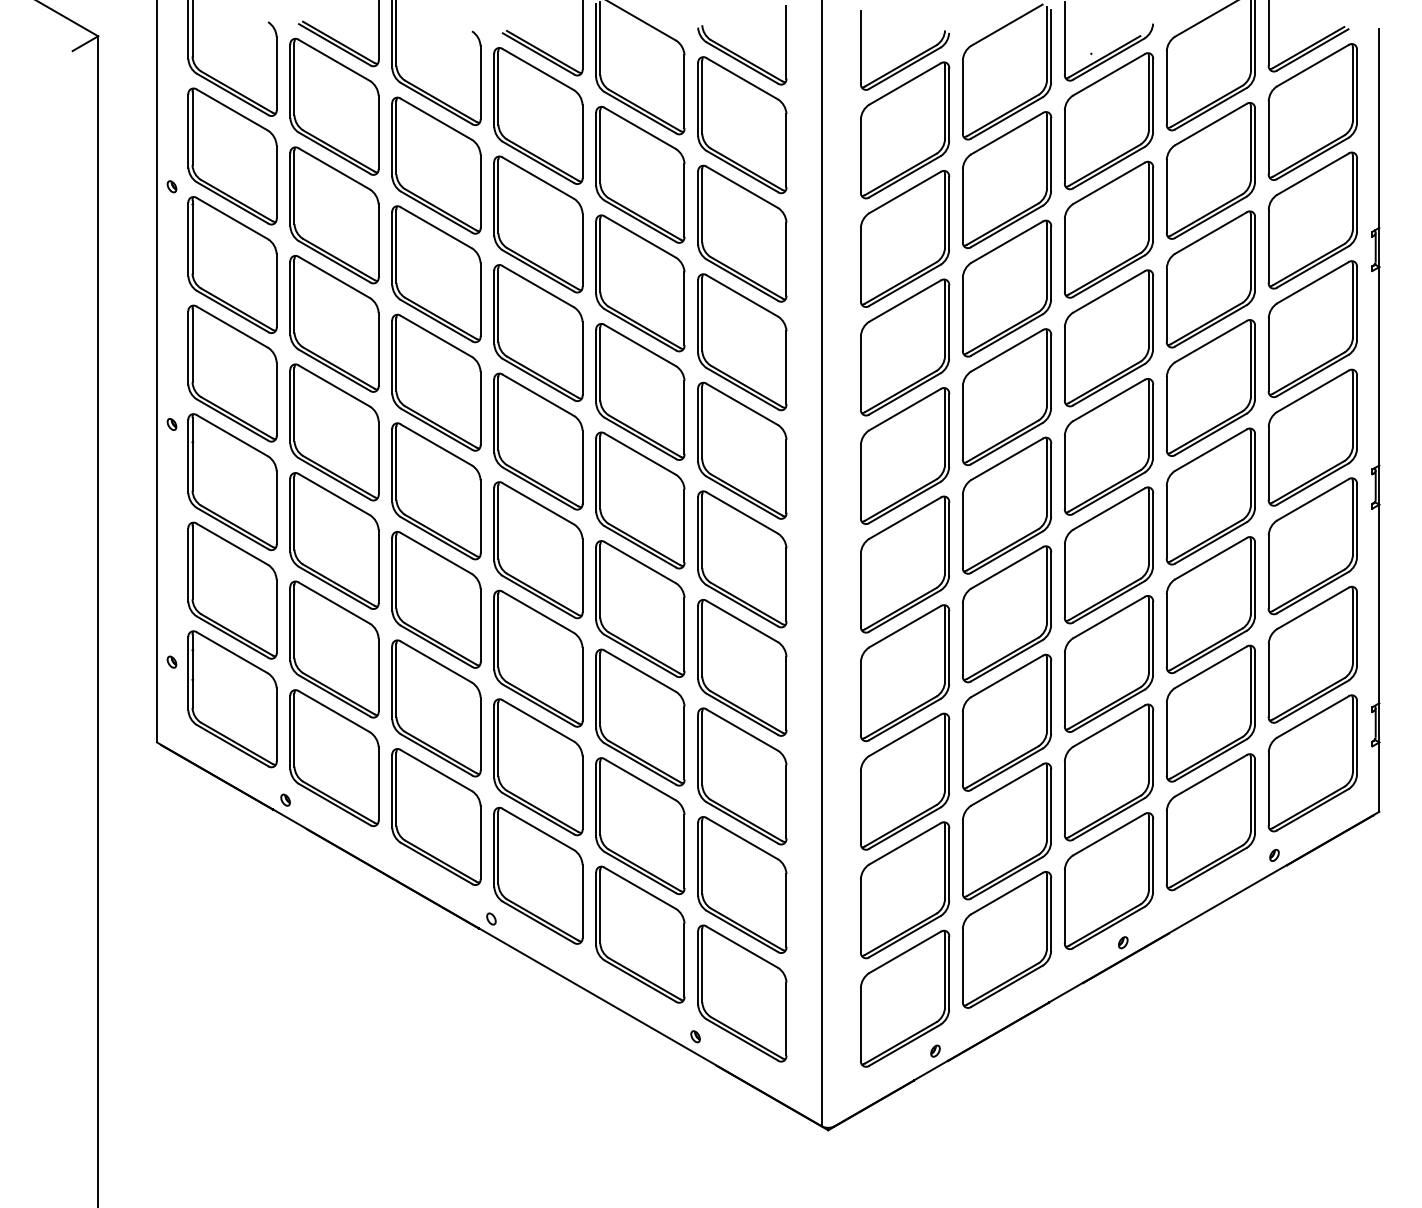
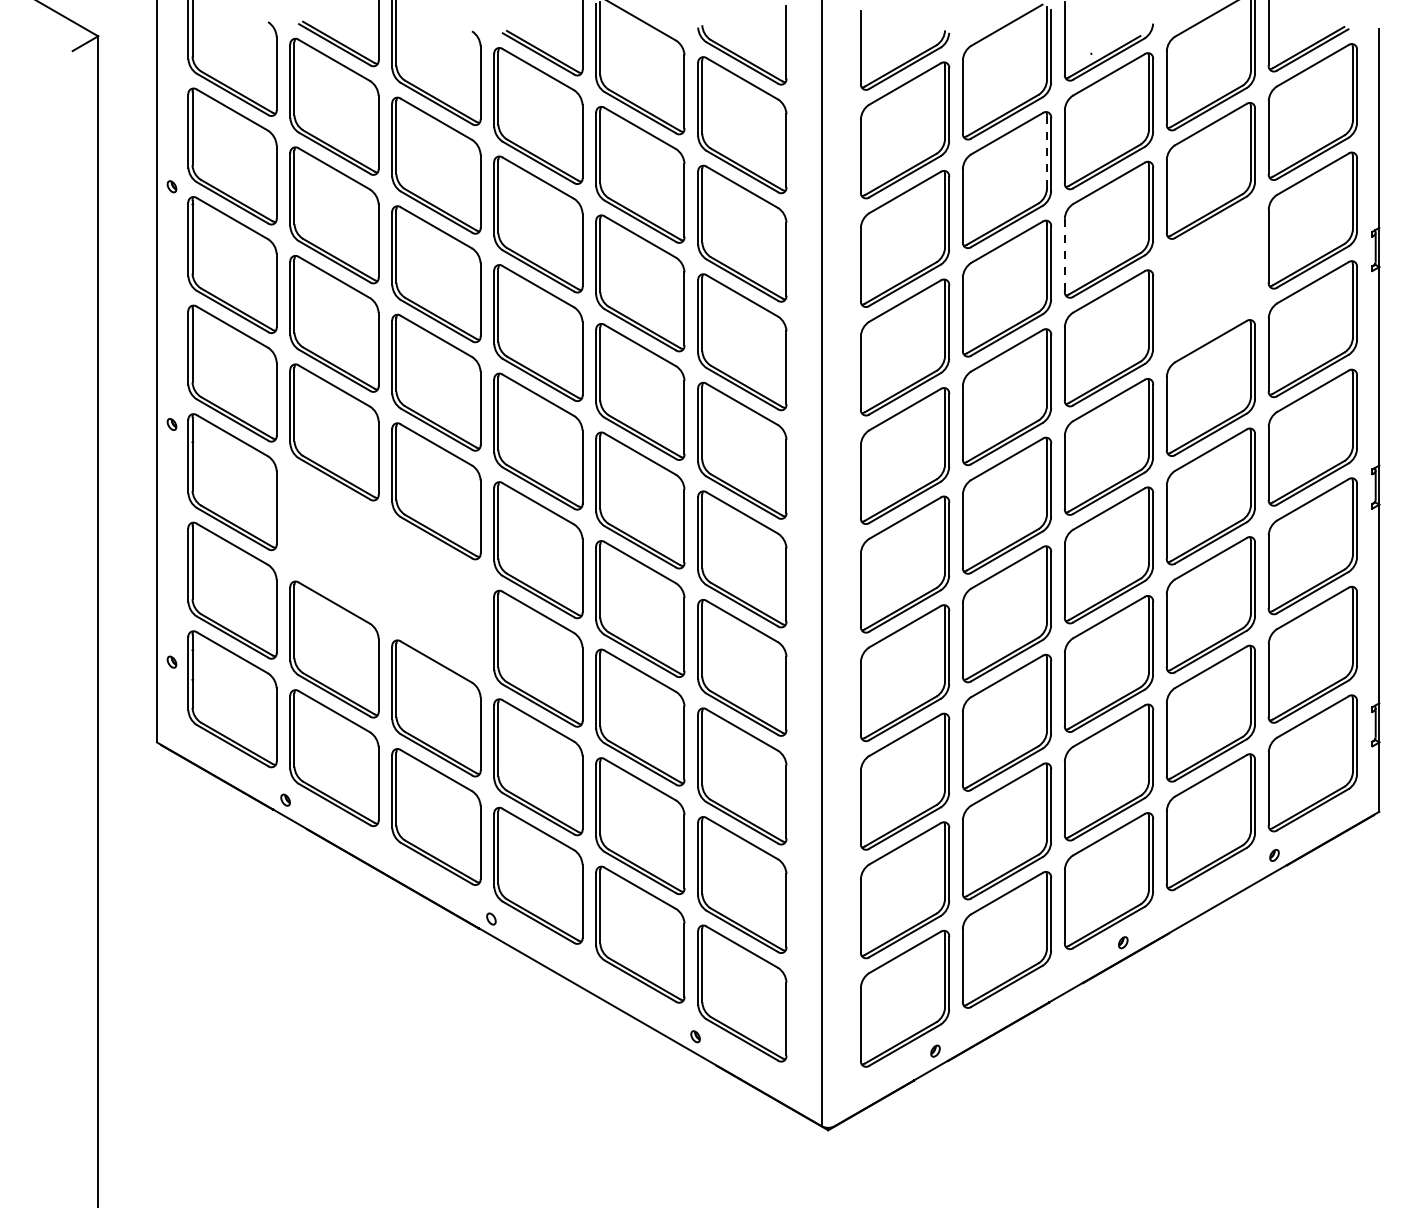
line at (1046, 152): solid -> dashed
line at (1064, 255): solid -> dashed
part at (1210, 279): present -> none
part at (334, 540): present -> none
part at (436, 599): present -> none
